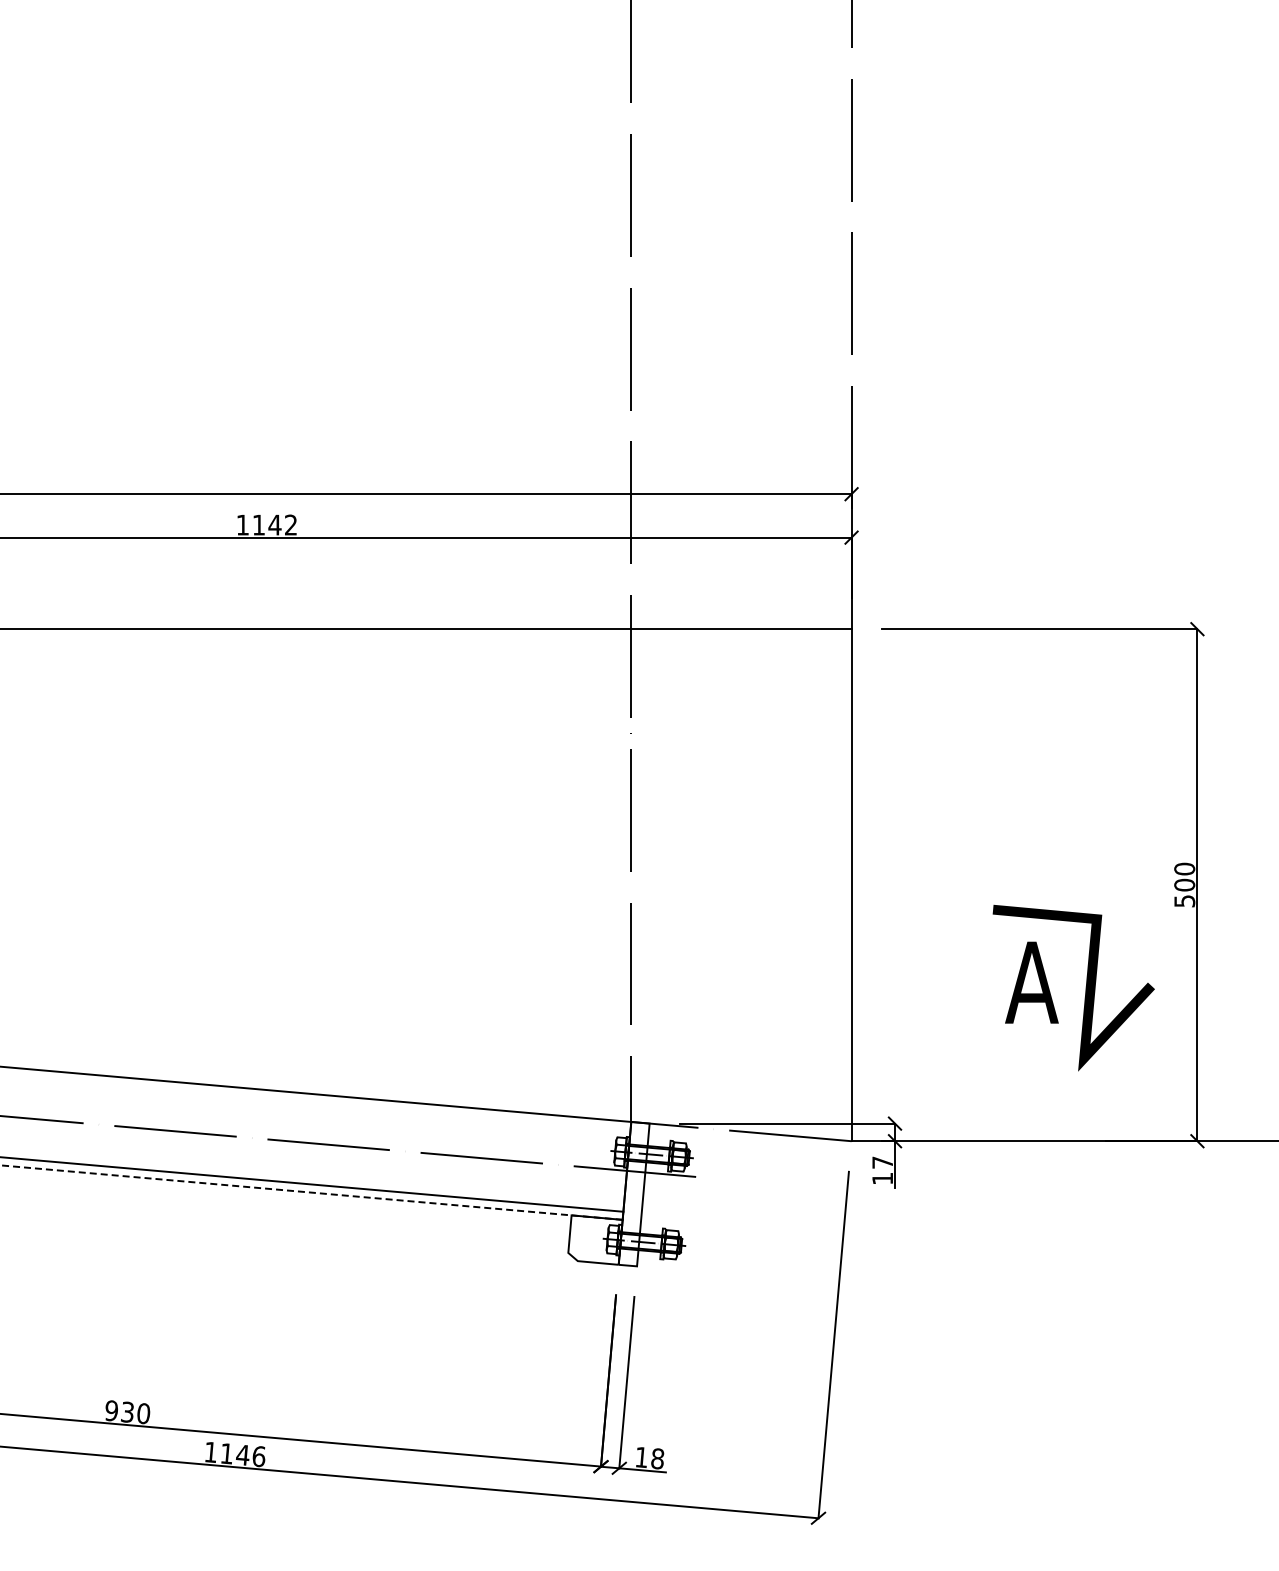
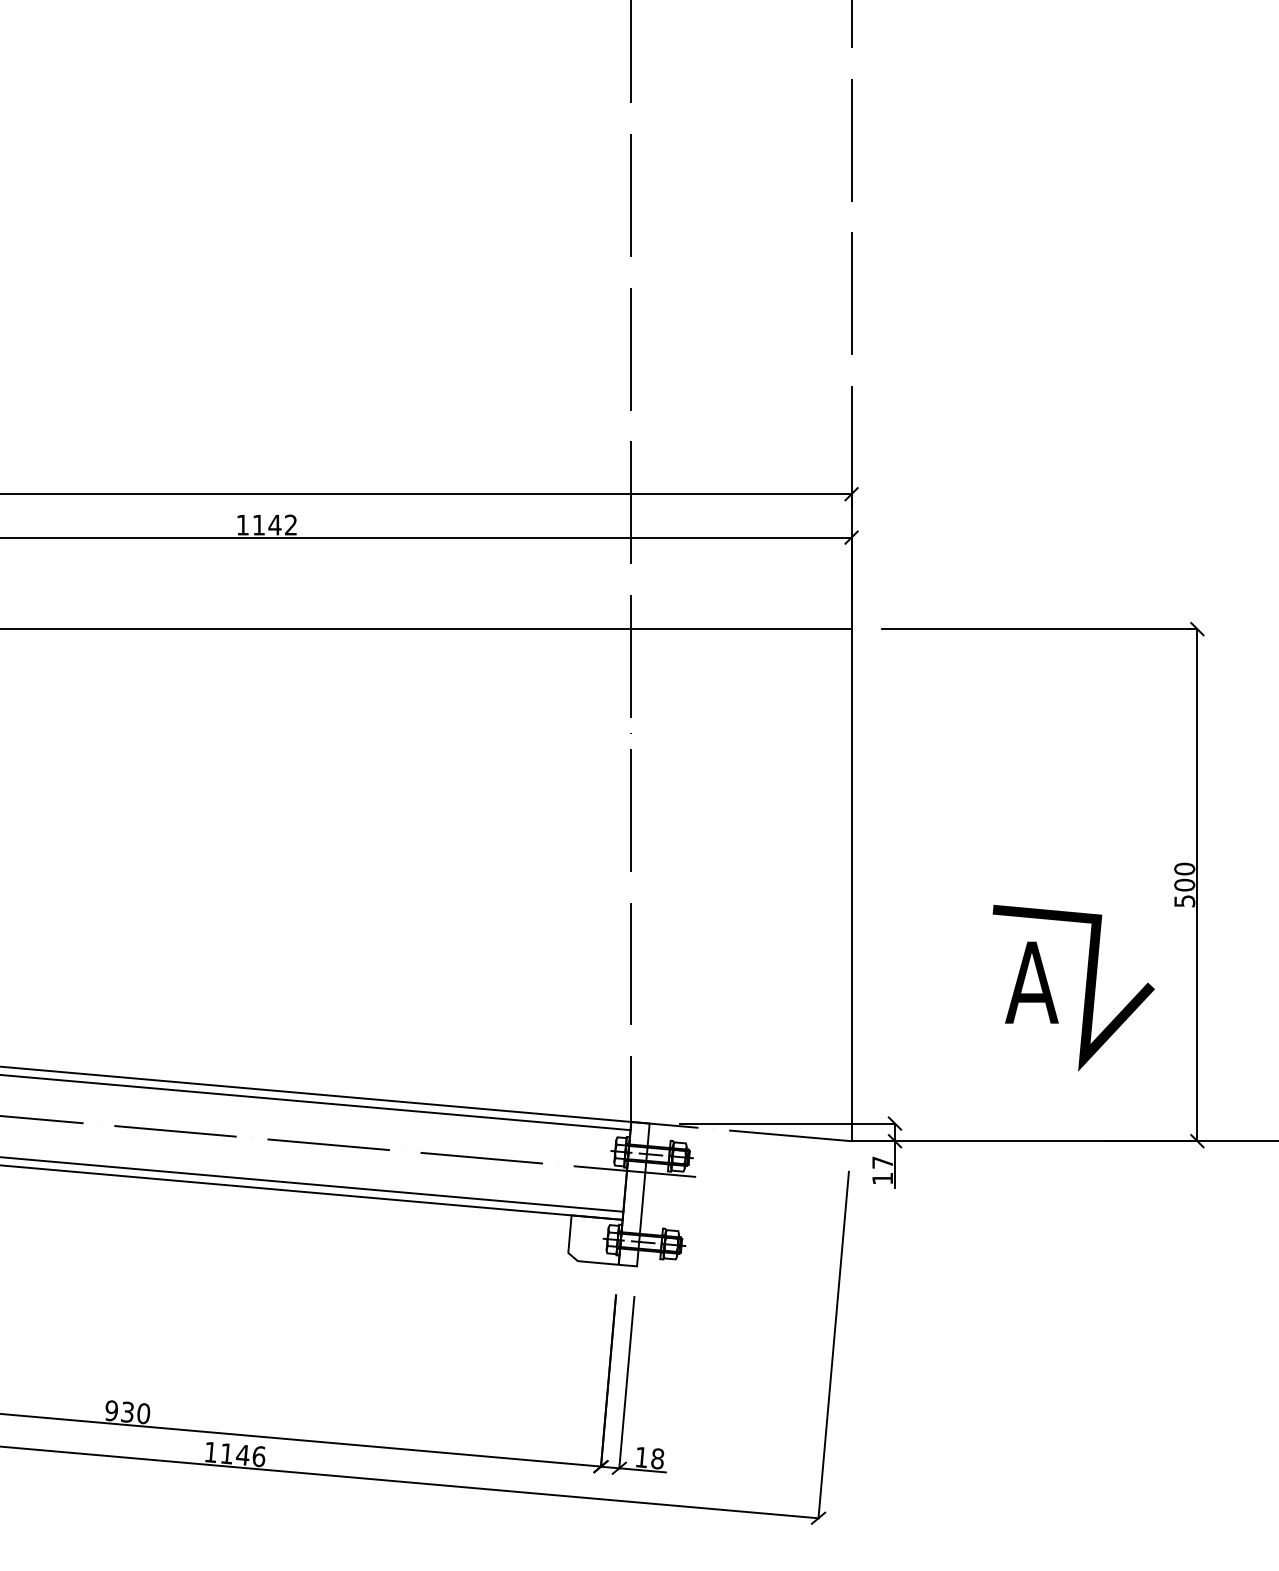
line at (316, 1102): none -> present
line at (310, 1192): dashed -> solid
